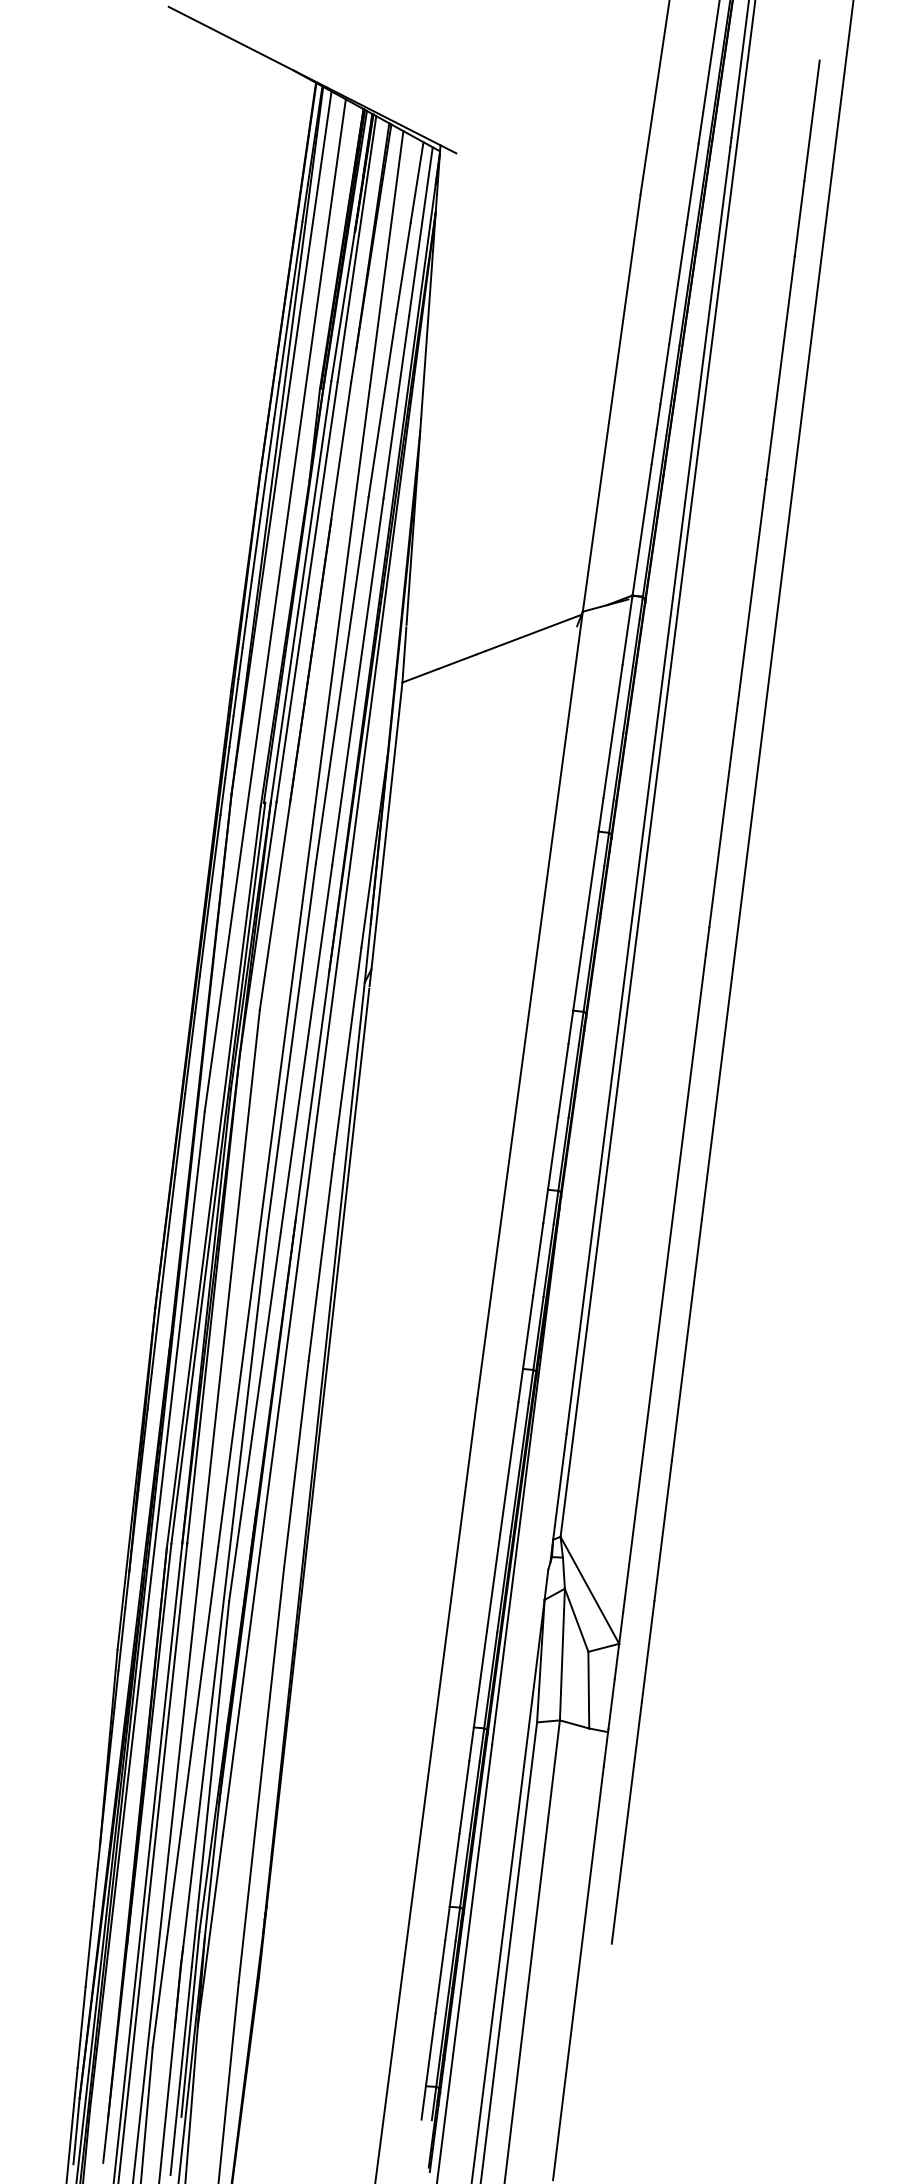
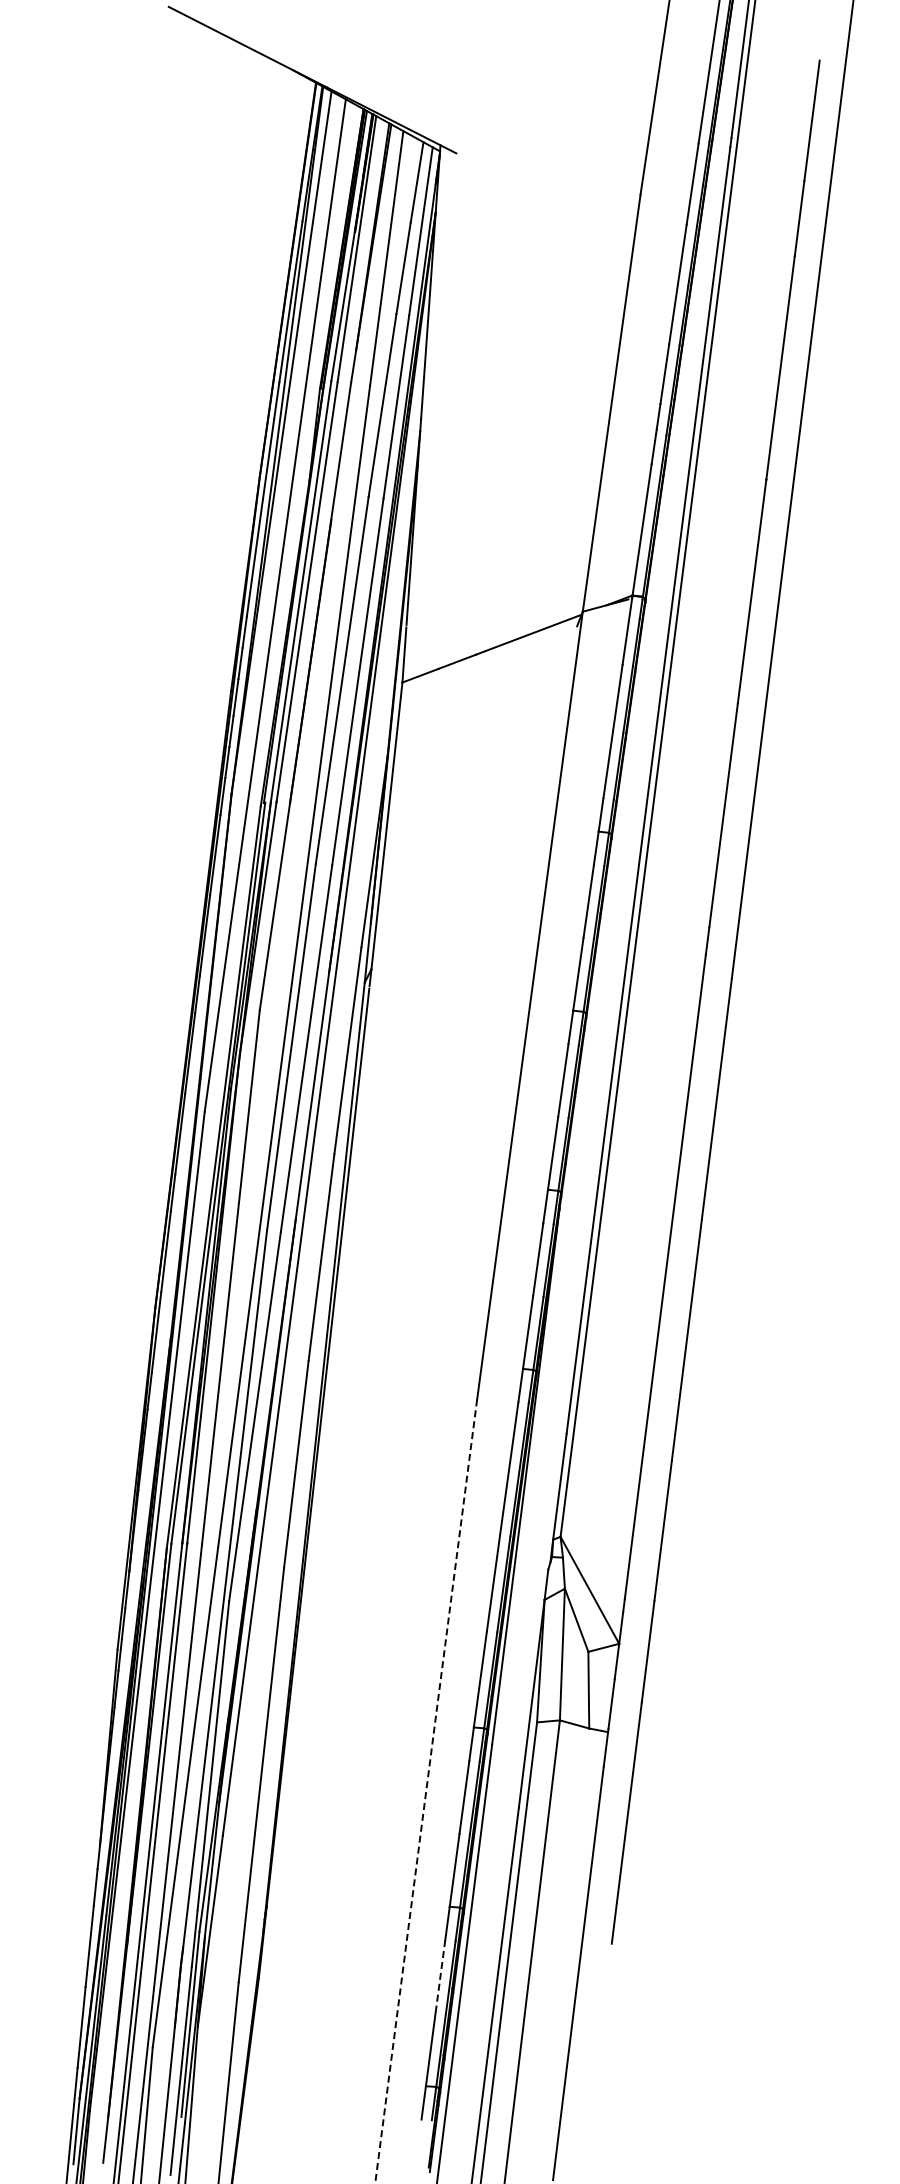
line at (426, 1792): solid -> dashed
line at (440, 1976): solid -> dashed
